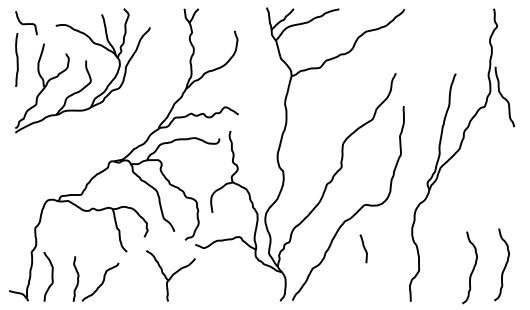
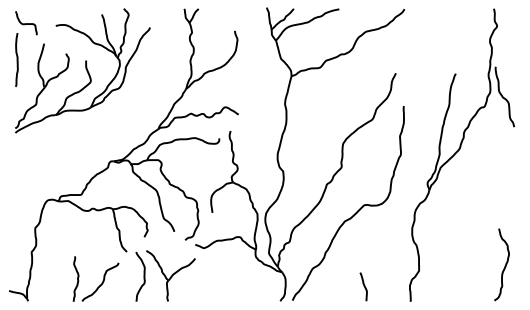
curve at (363, 248) position: (363, 248) -> (363, 286)
curve at (472, 268): present -> none
curve at (51, 276) position: (51, 276) -> (143, 276)
